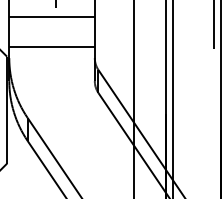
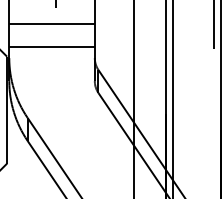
line at (51, 17) position: (51, 17) -> (51, 24)
